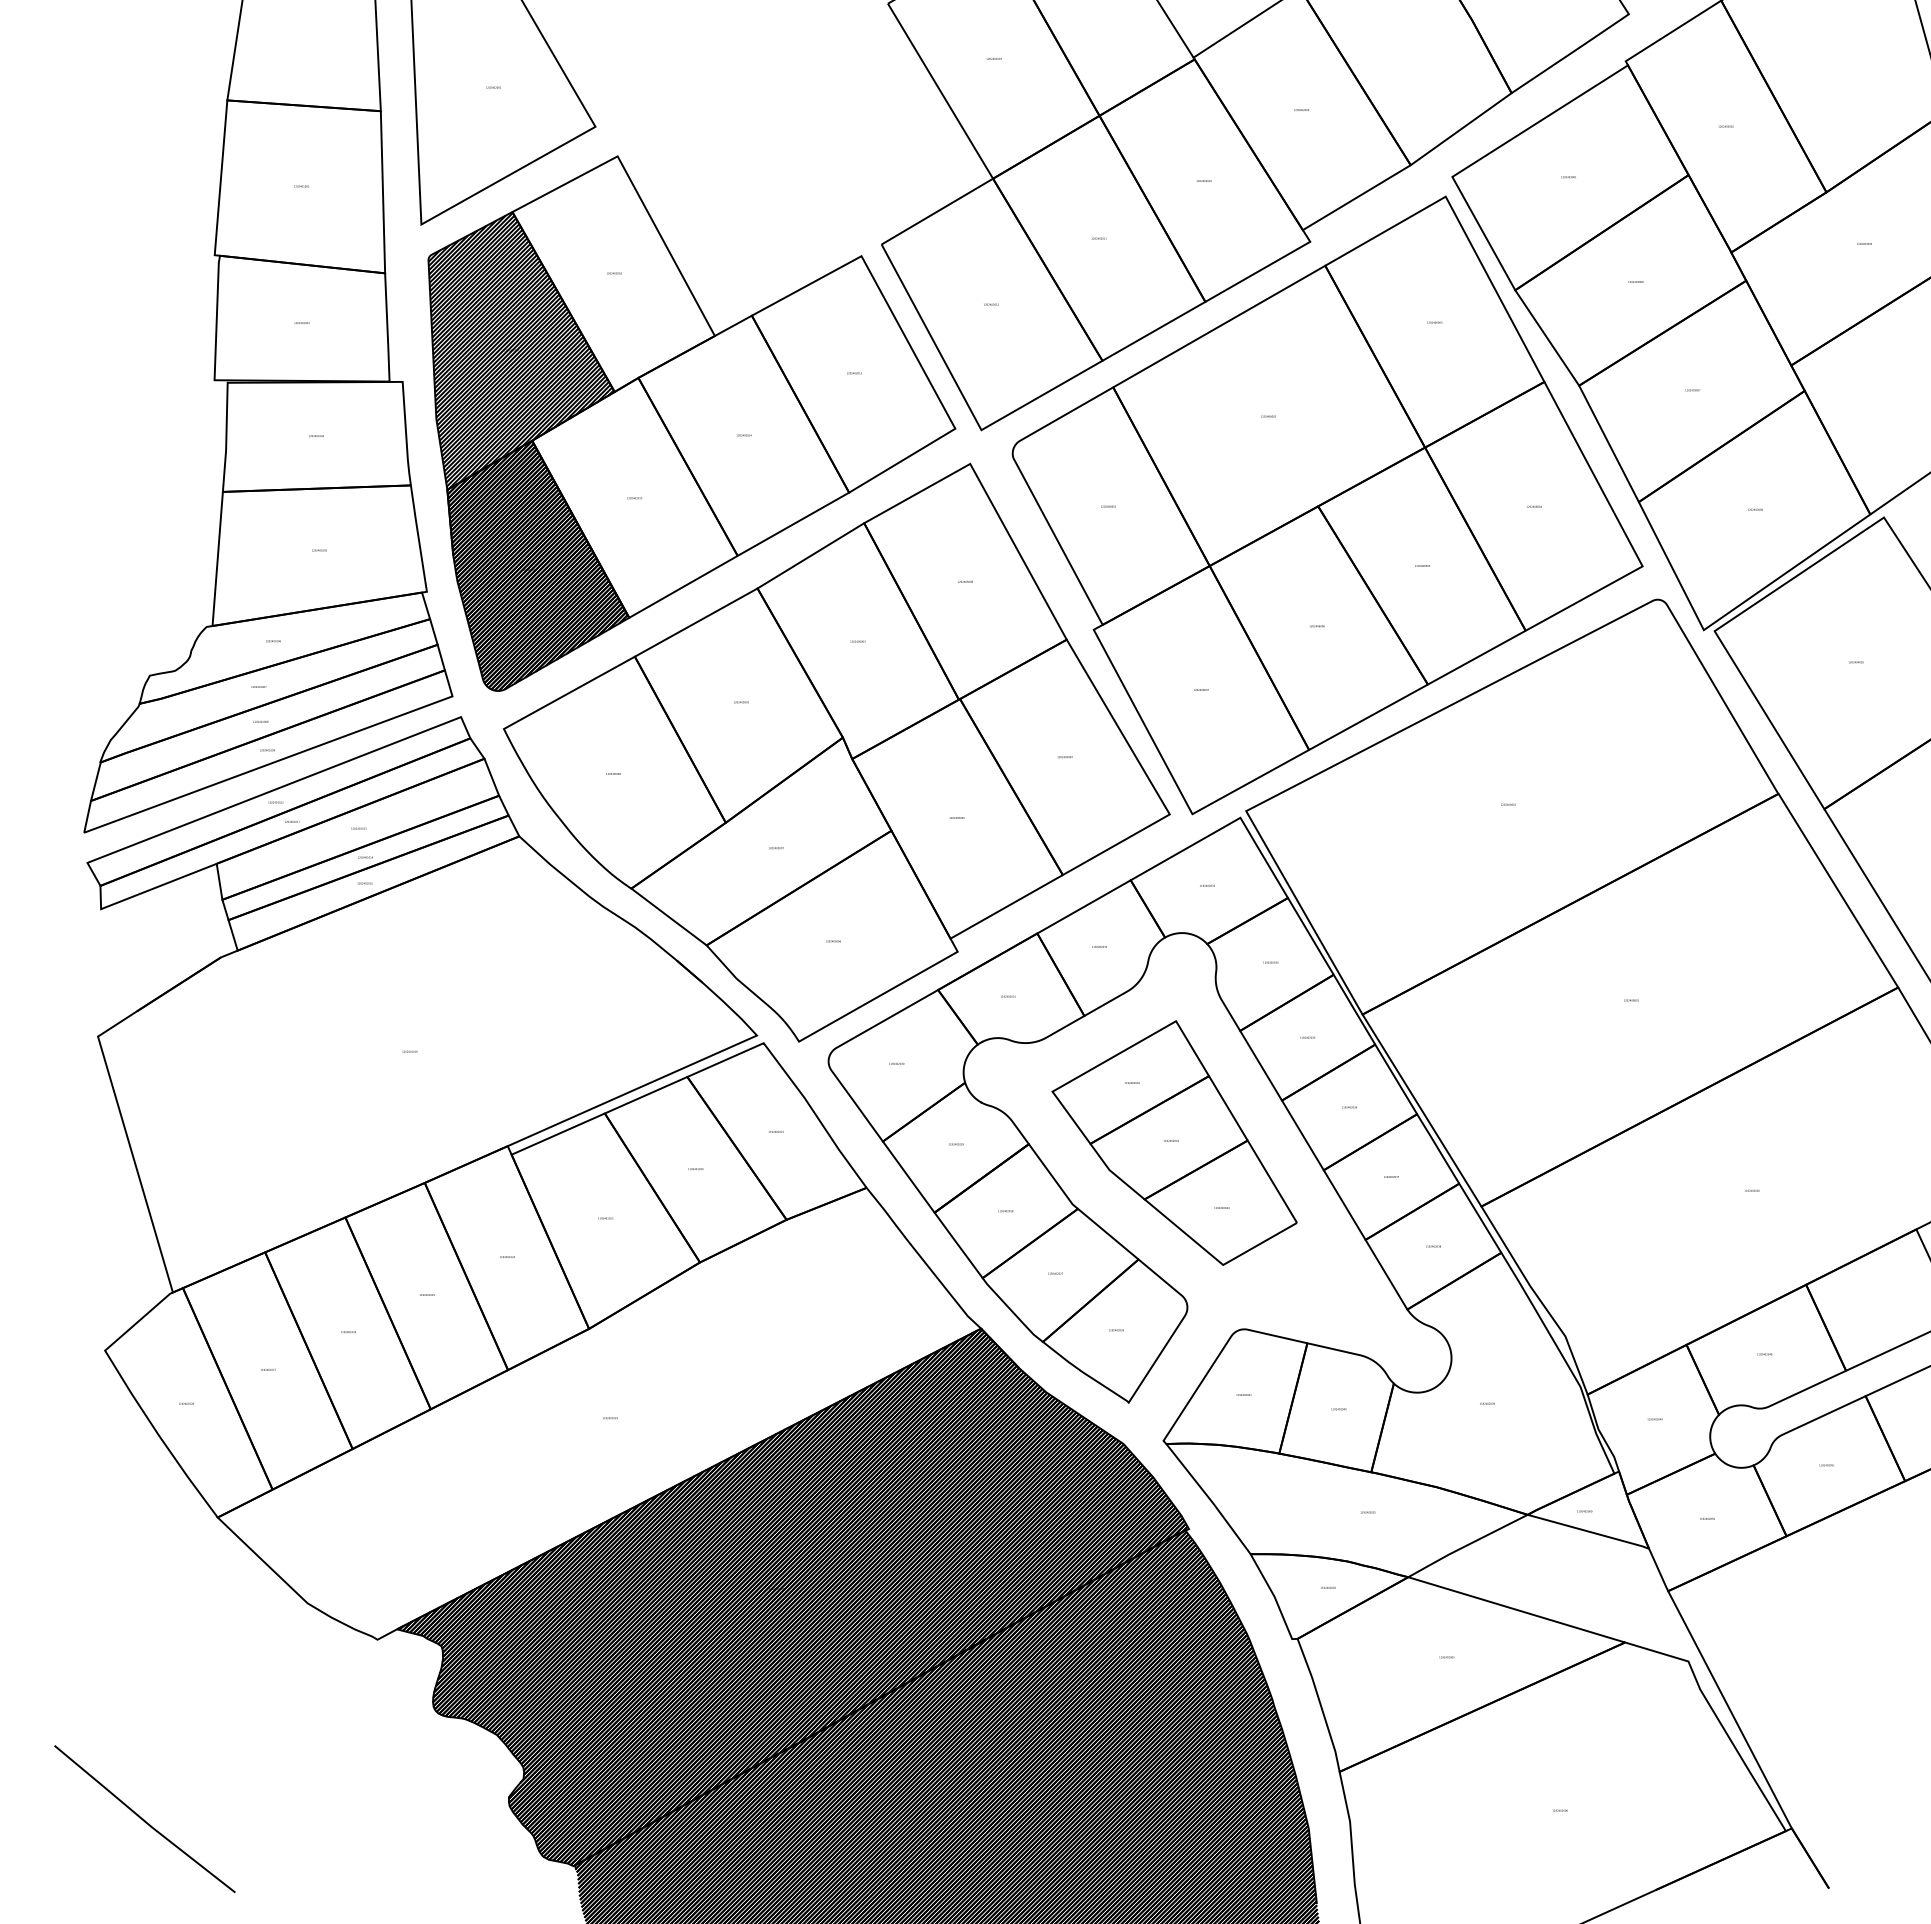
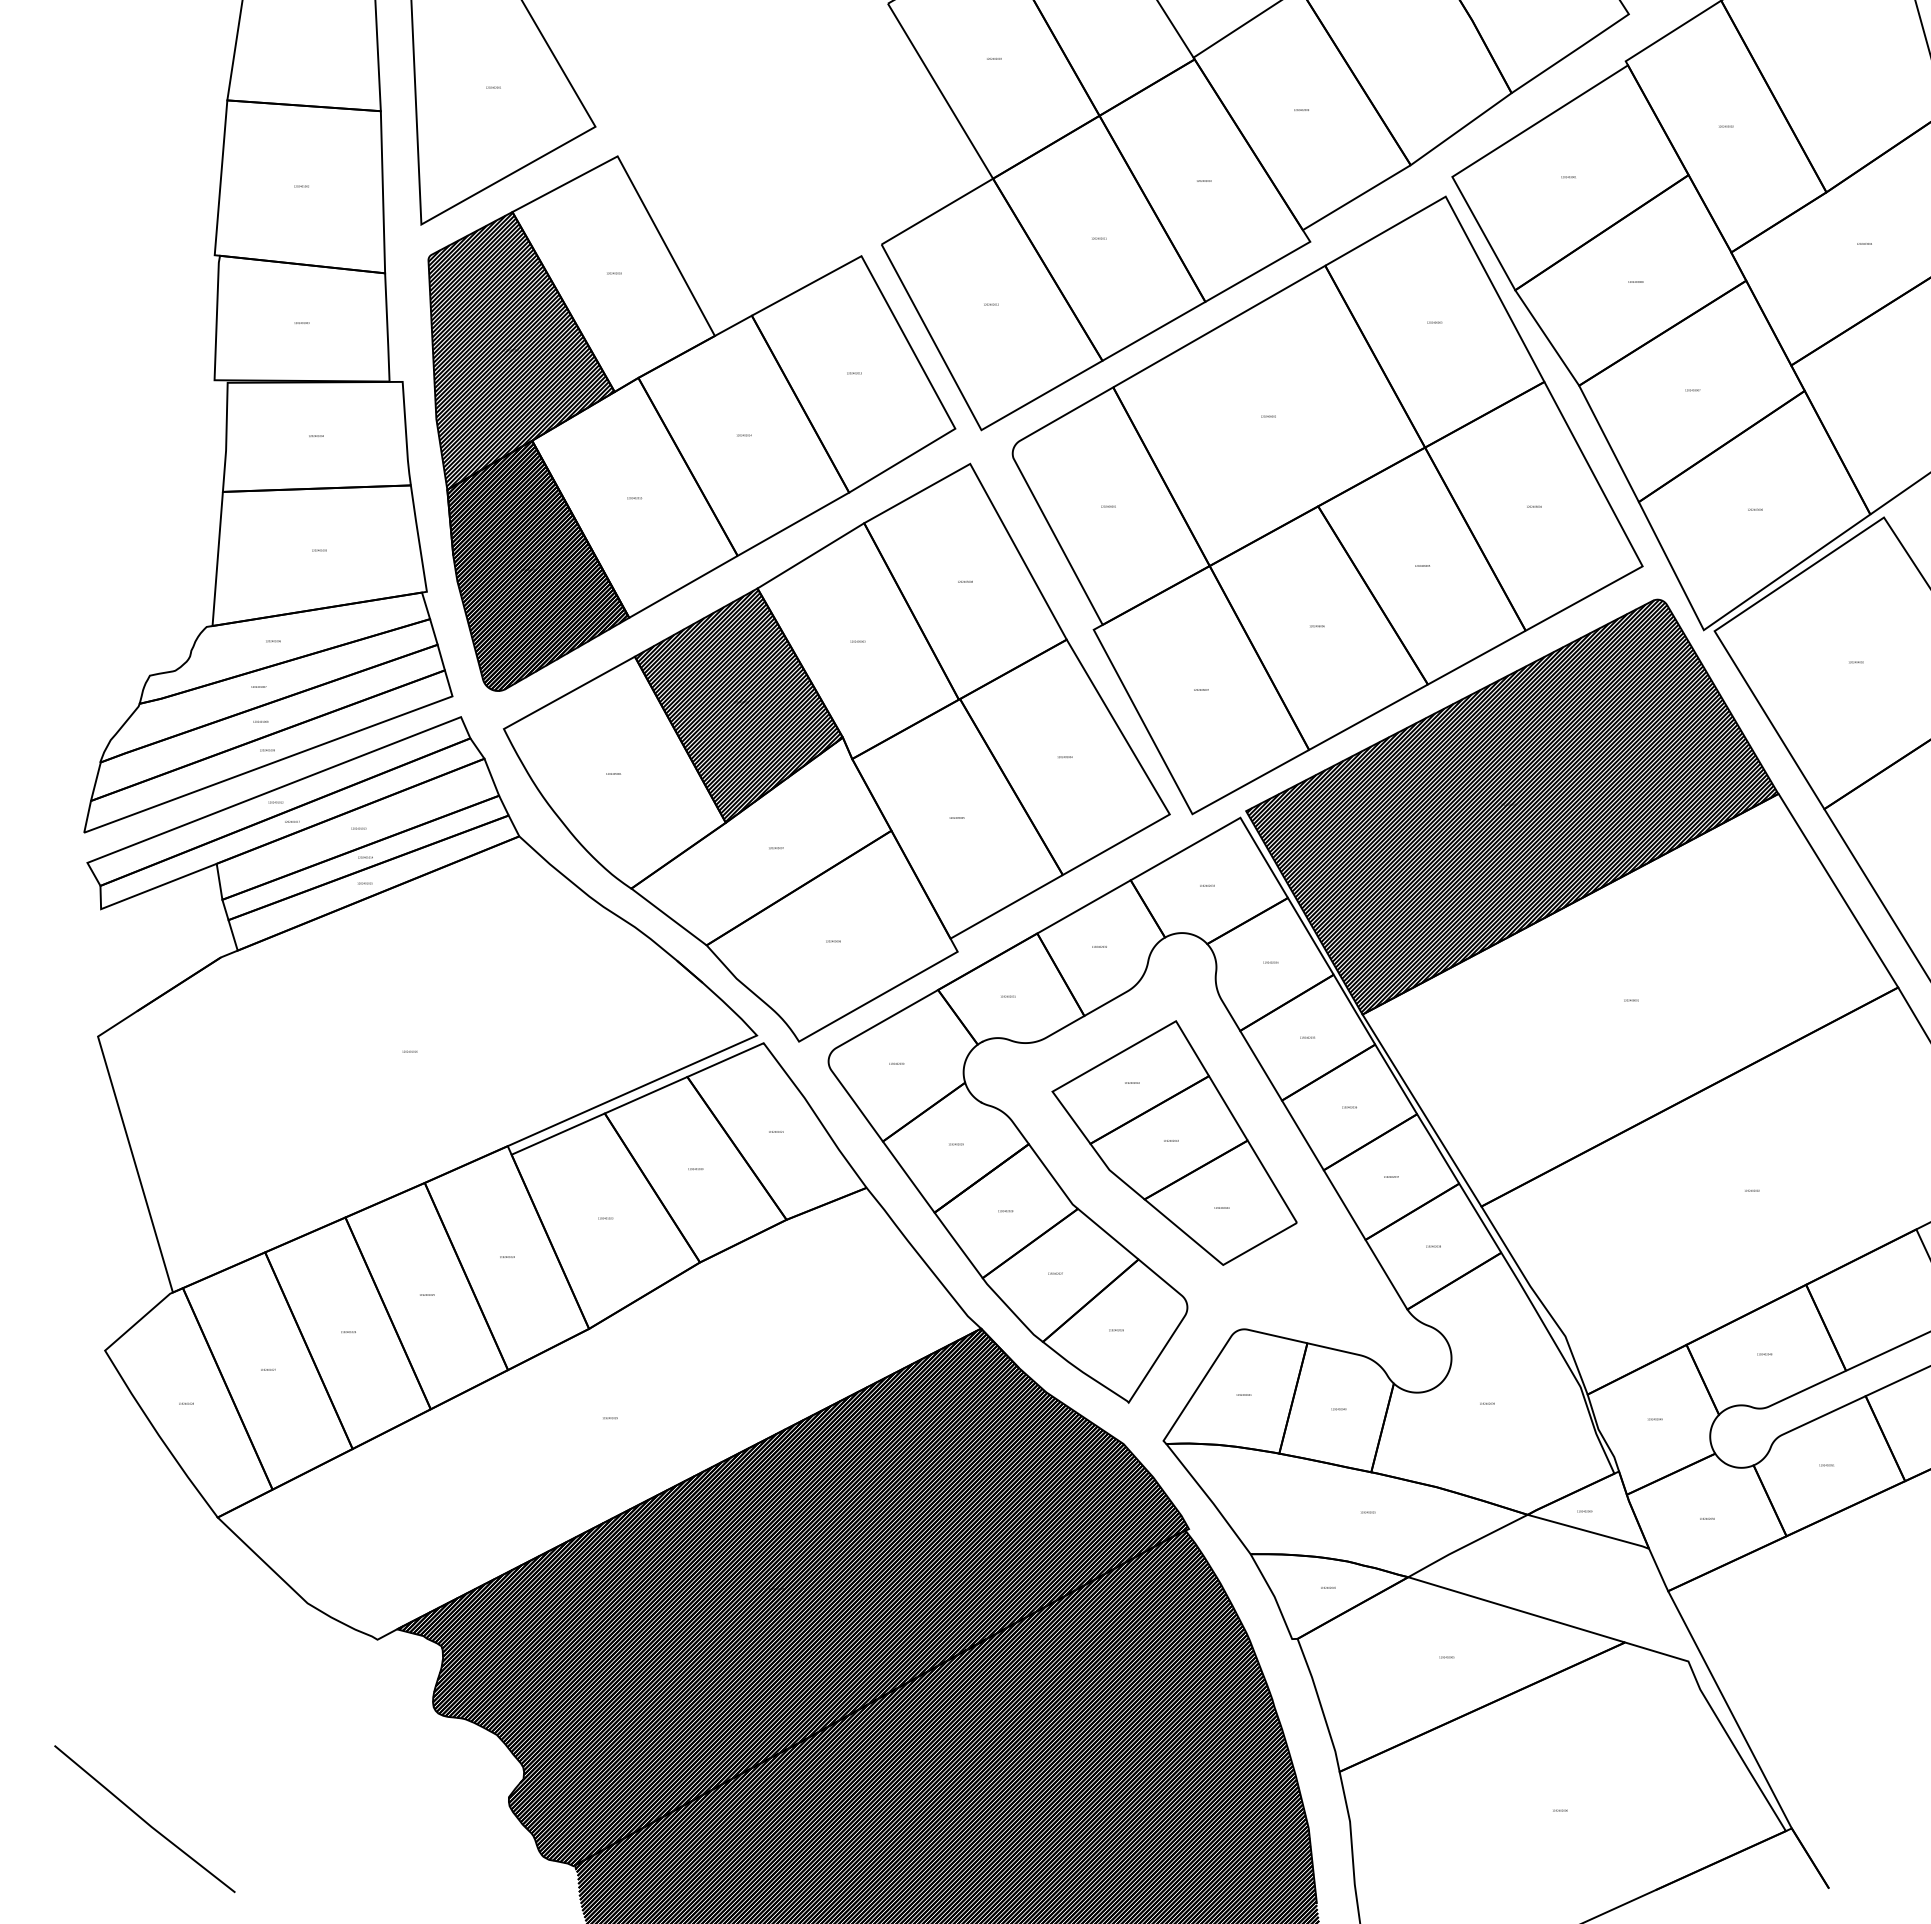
hatch at (739, 706): none -> present
hatch at (1511, 806): none -> present
